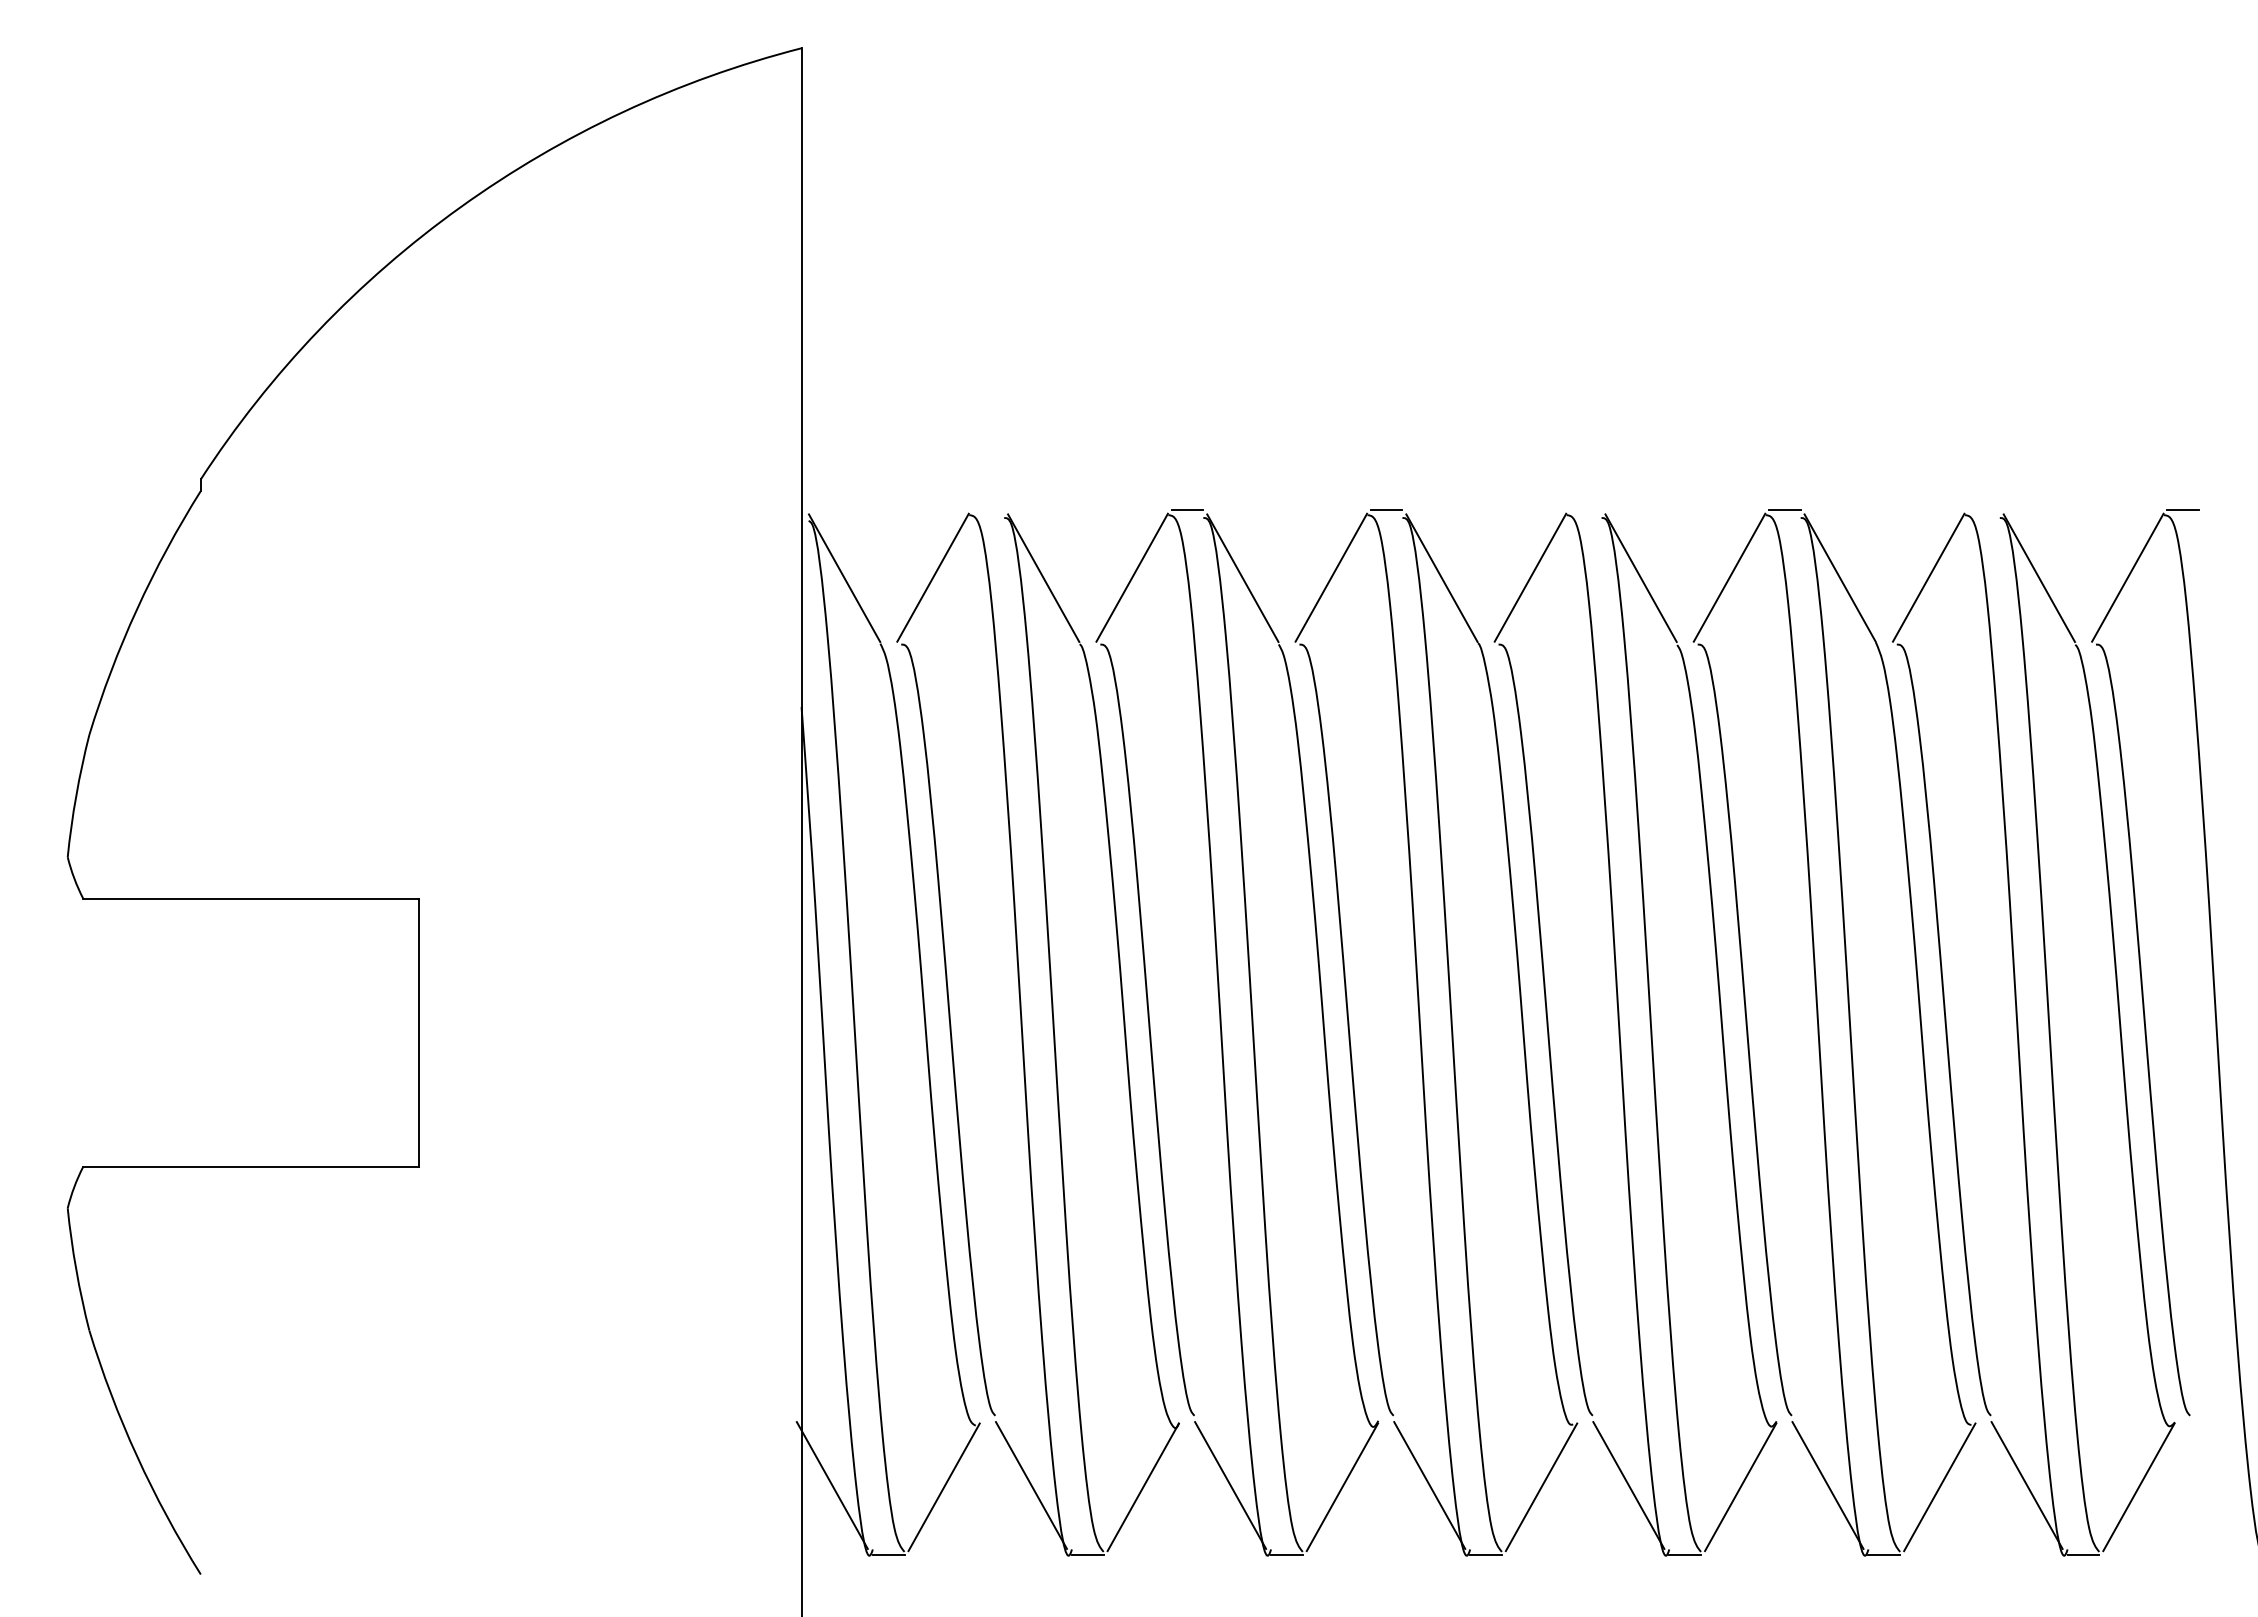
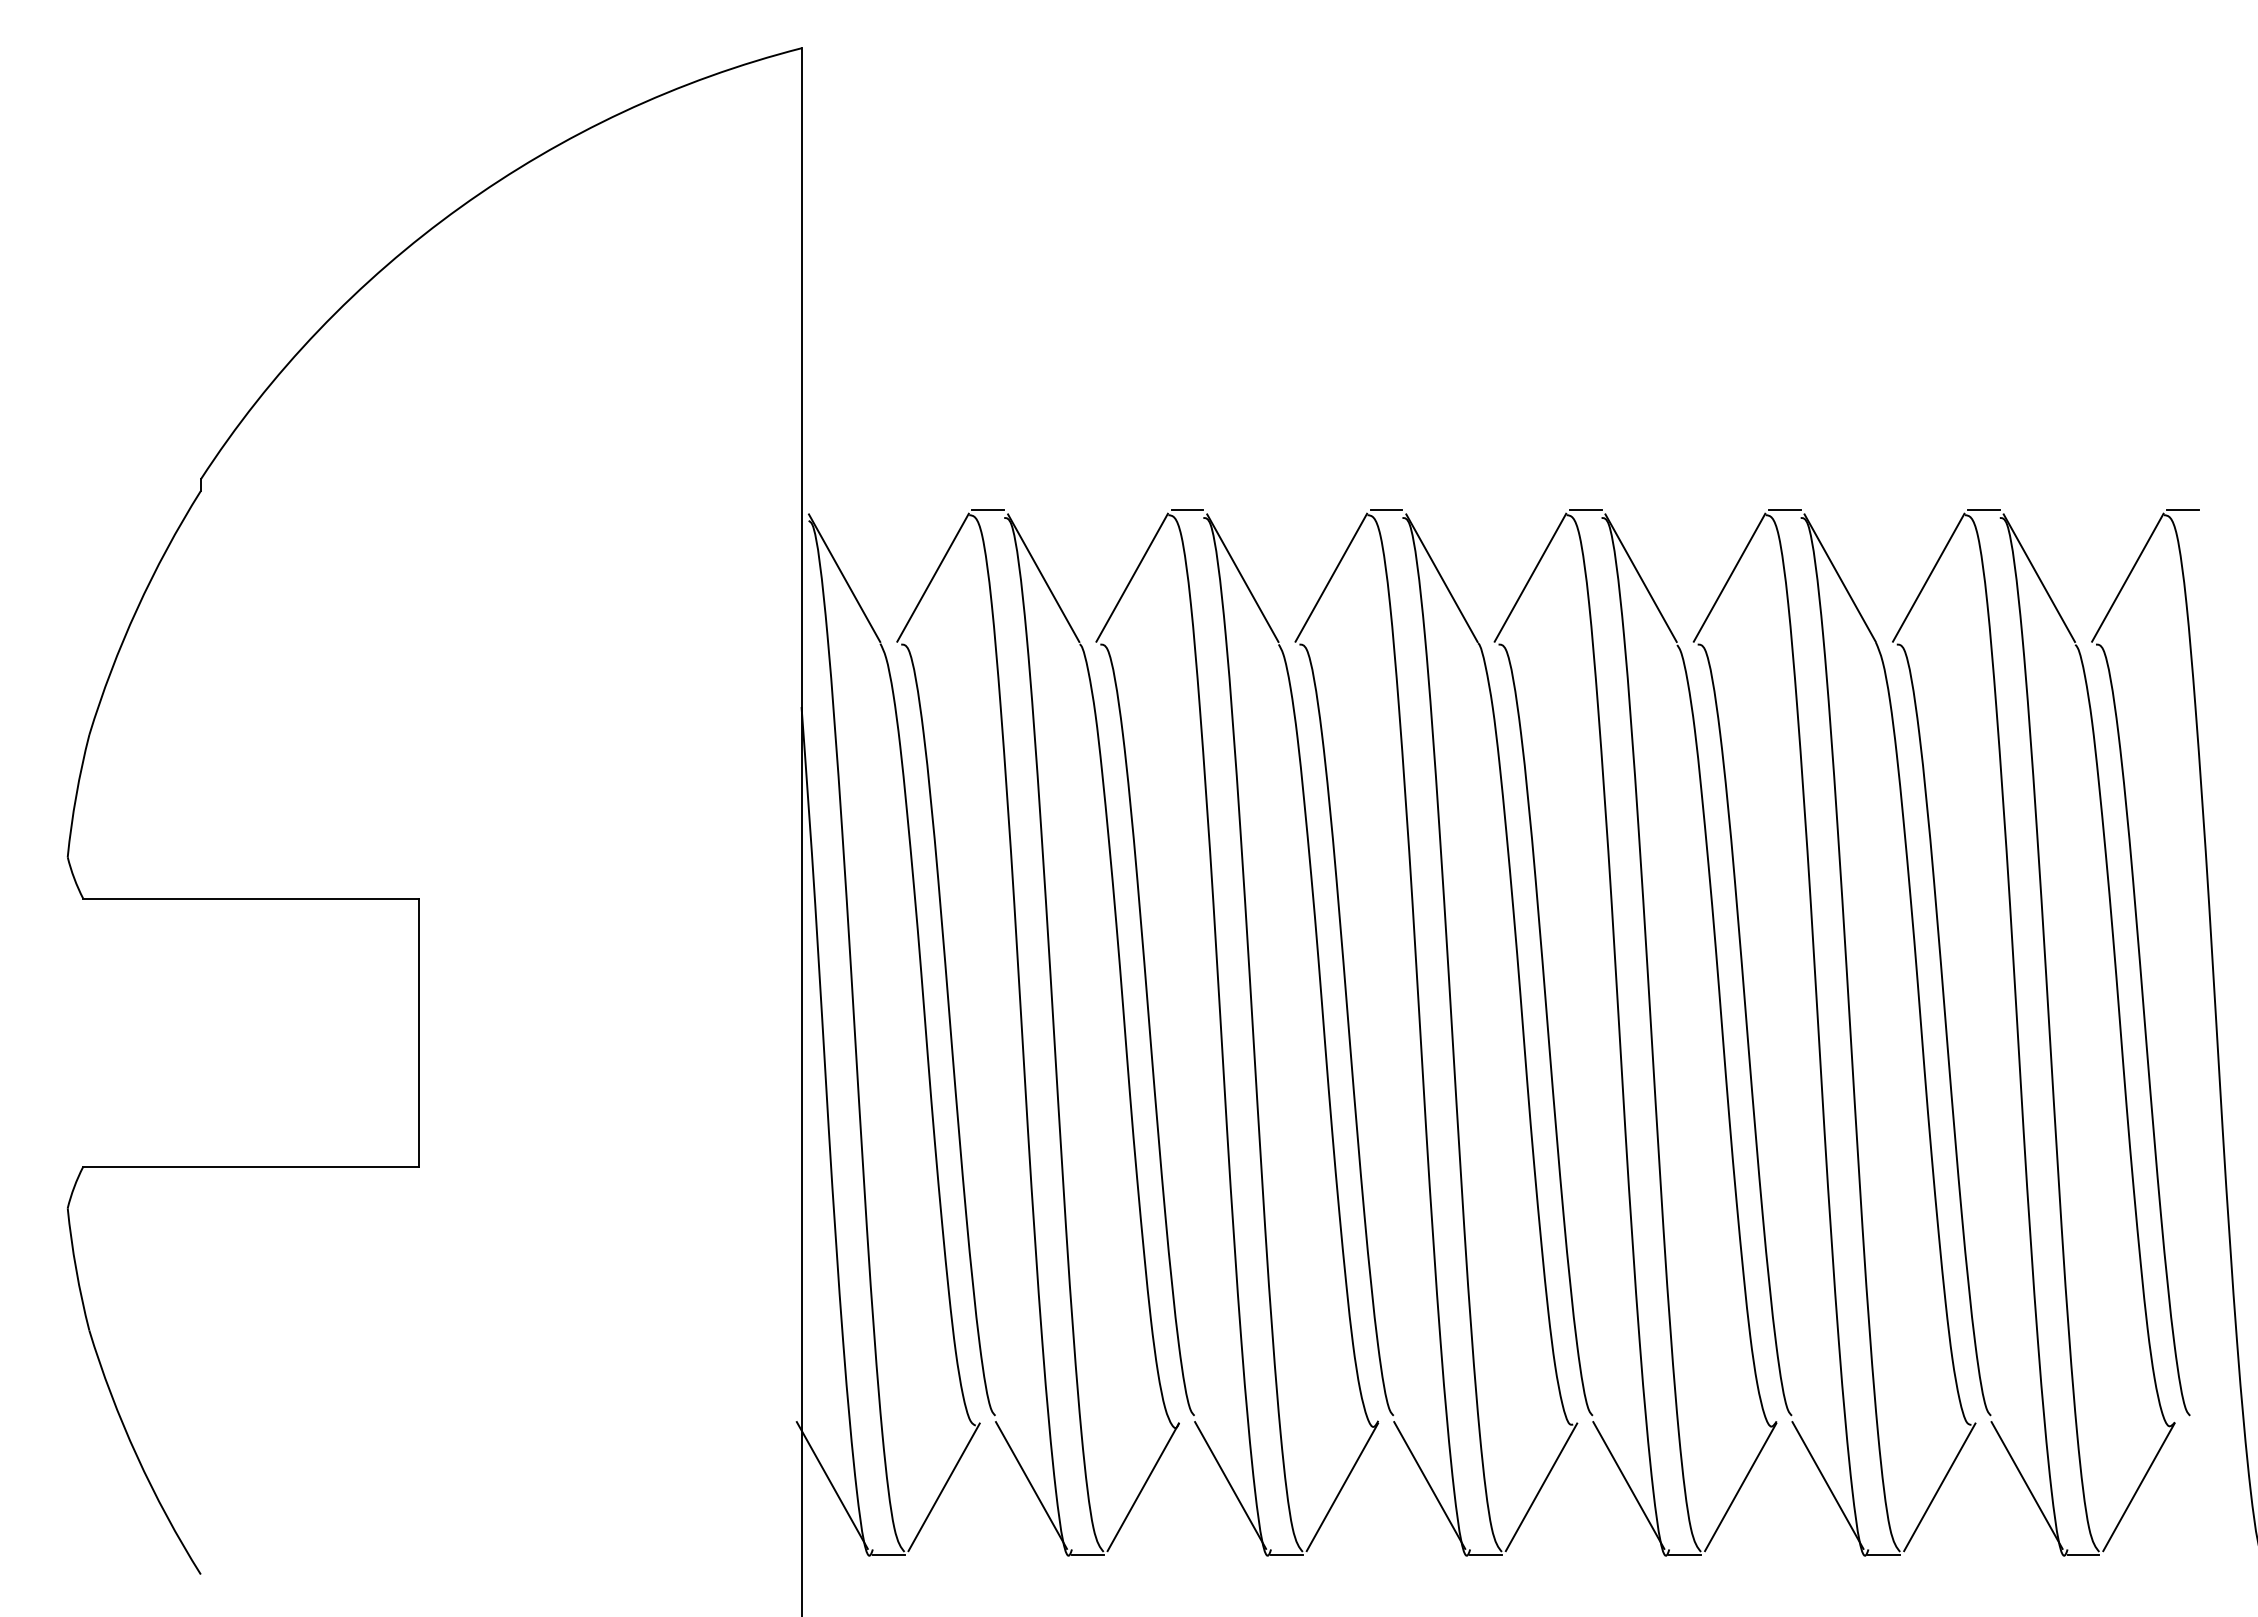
line at (988, 510): none -> present
line at (1585, 510): none -> present
line at (1983, 510): none -> present
